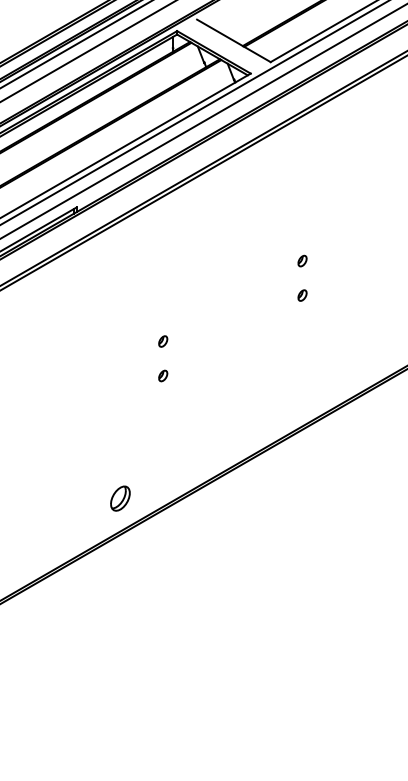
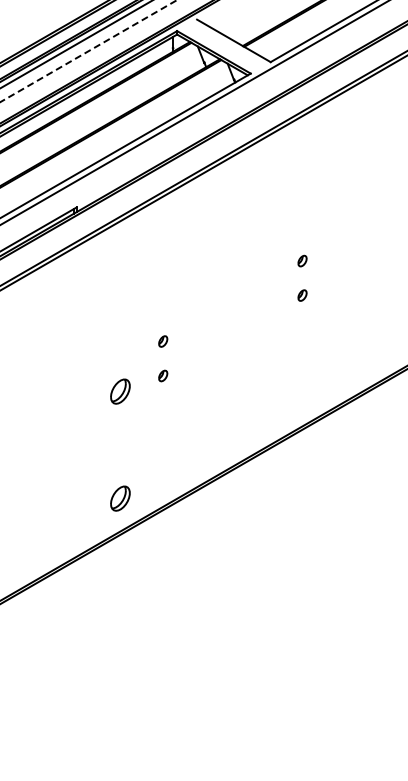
line at (88, 51): solid -> dashed
line at (203, 121): present -> none
part at (120, 391): none -> present
